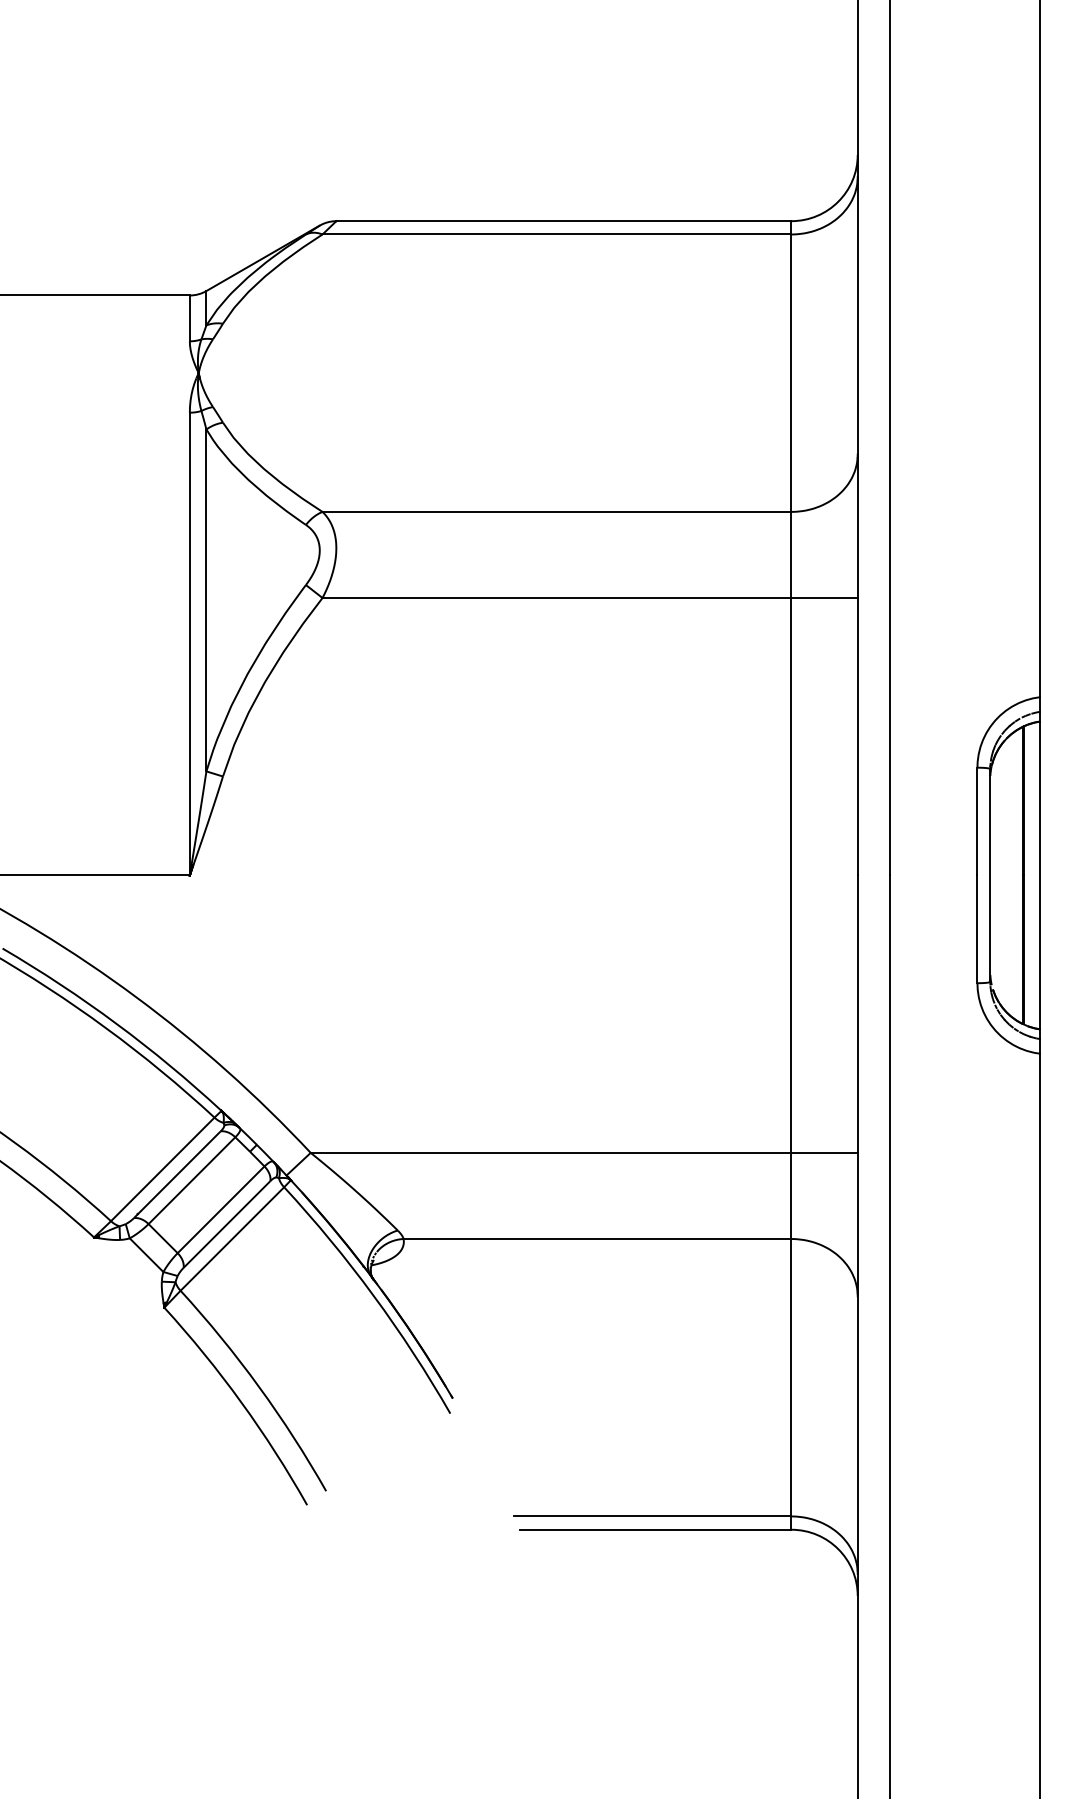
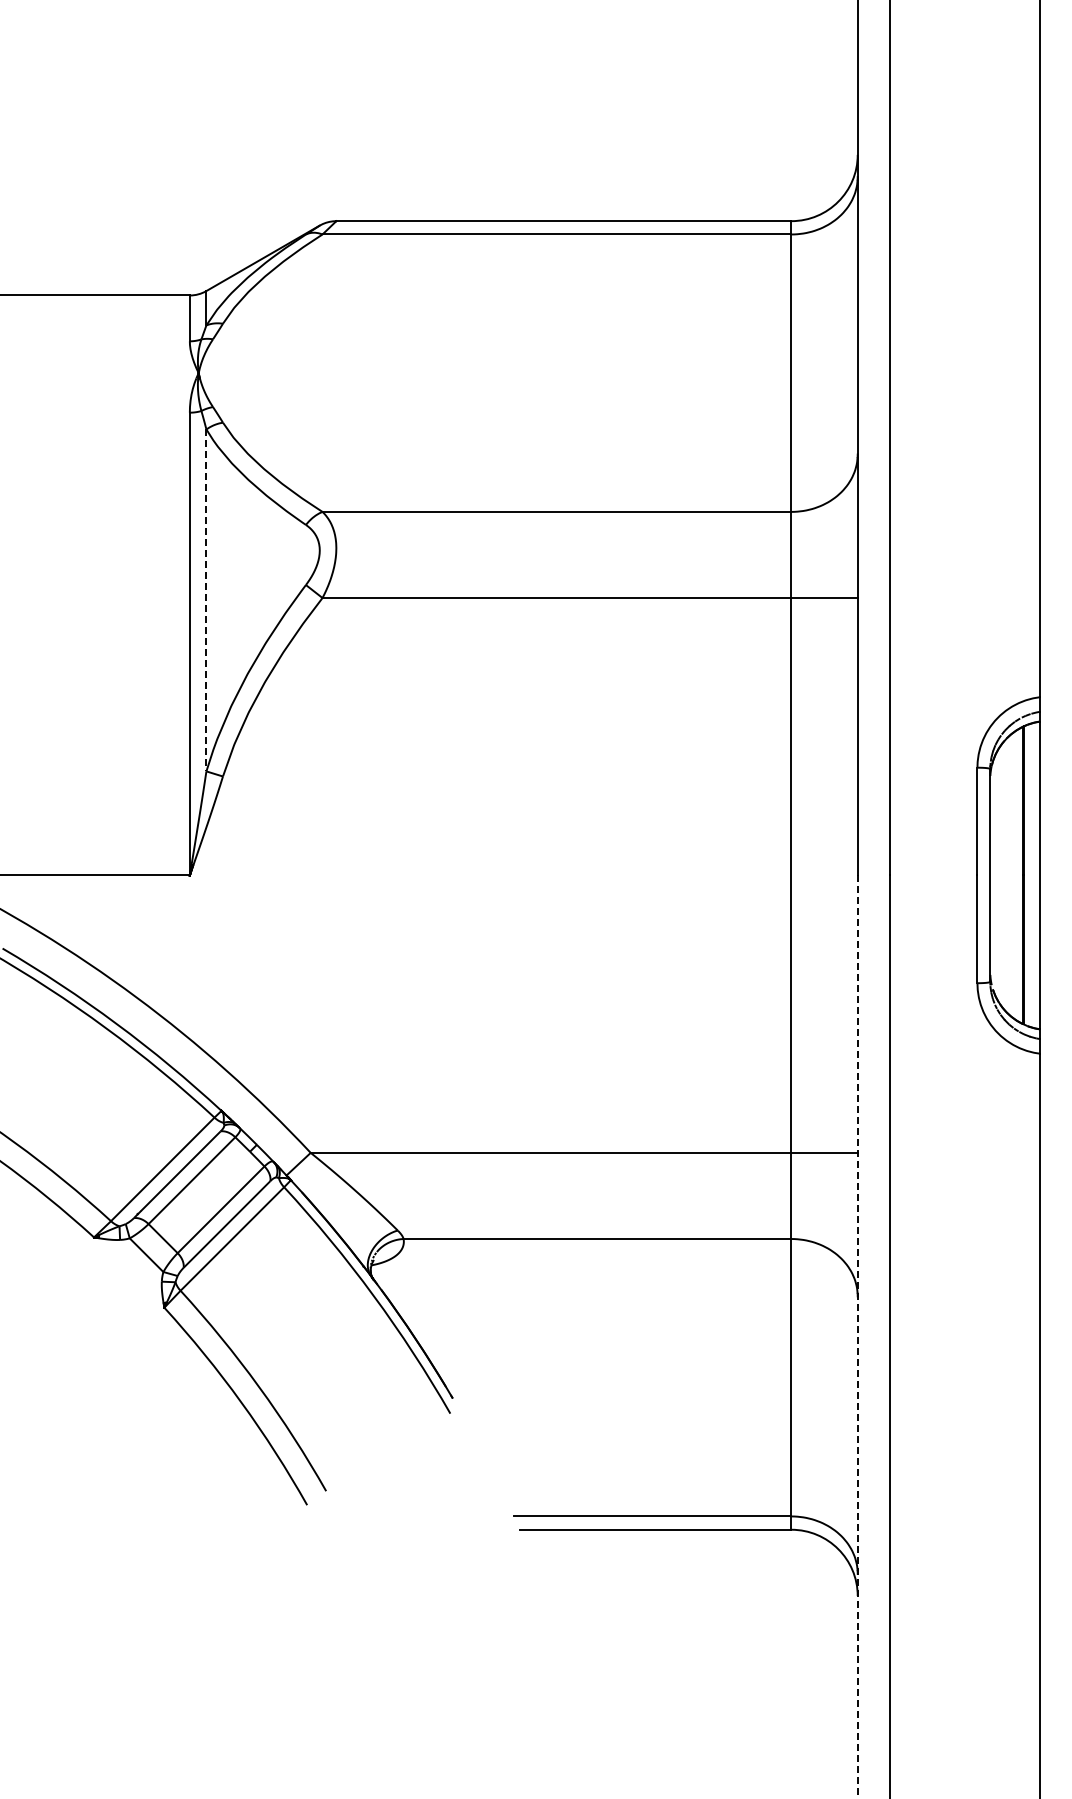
line at (206, 600): solid -> dashed
line at (857, 1337): solid -> dashed
